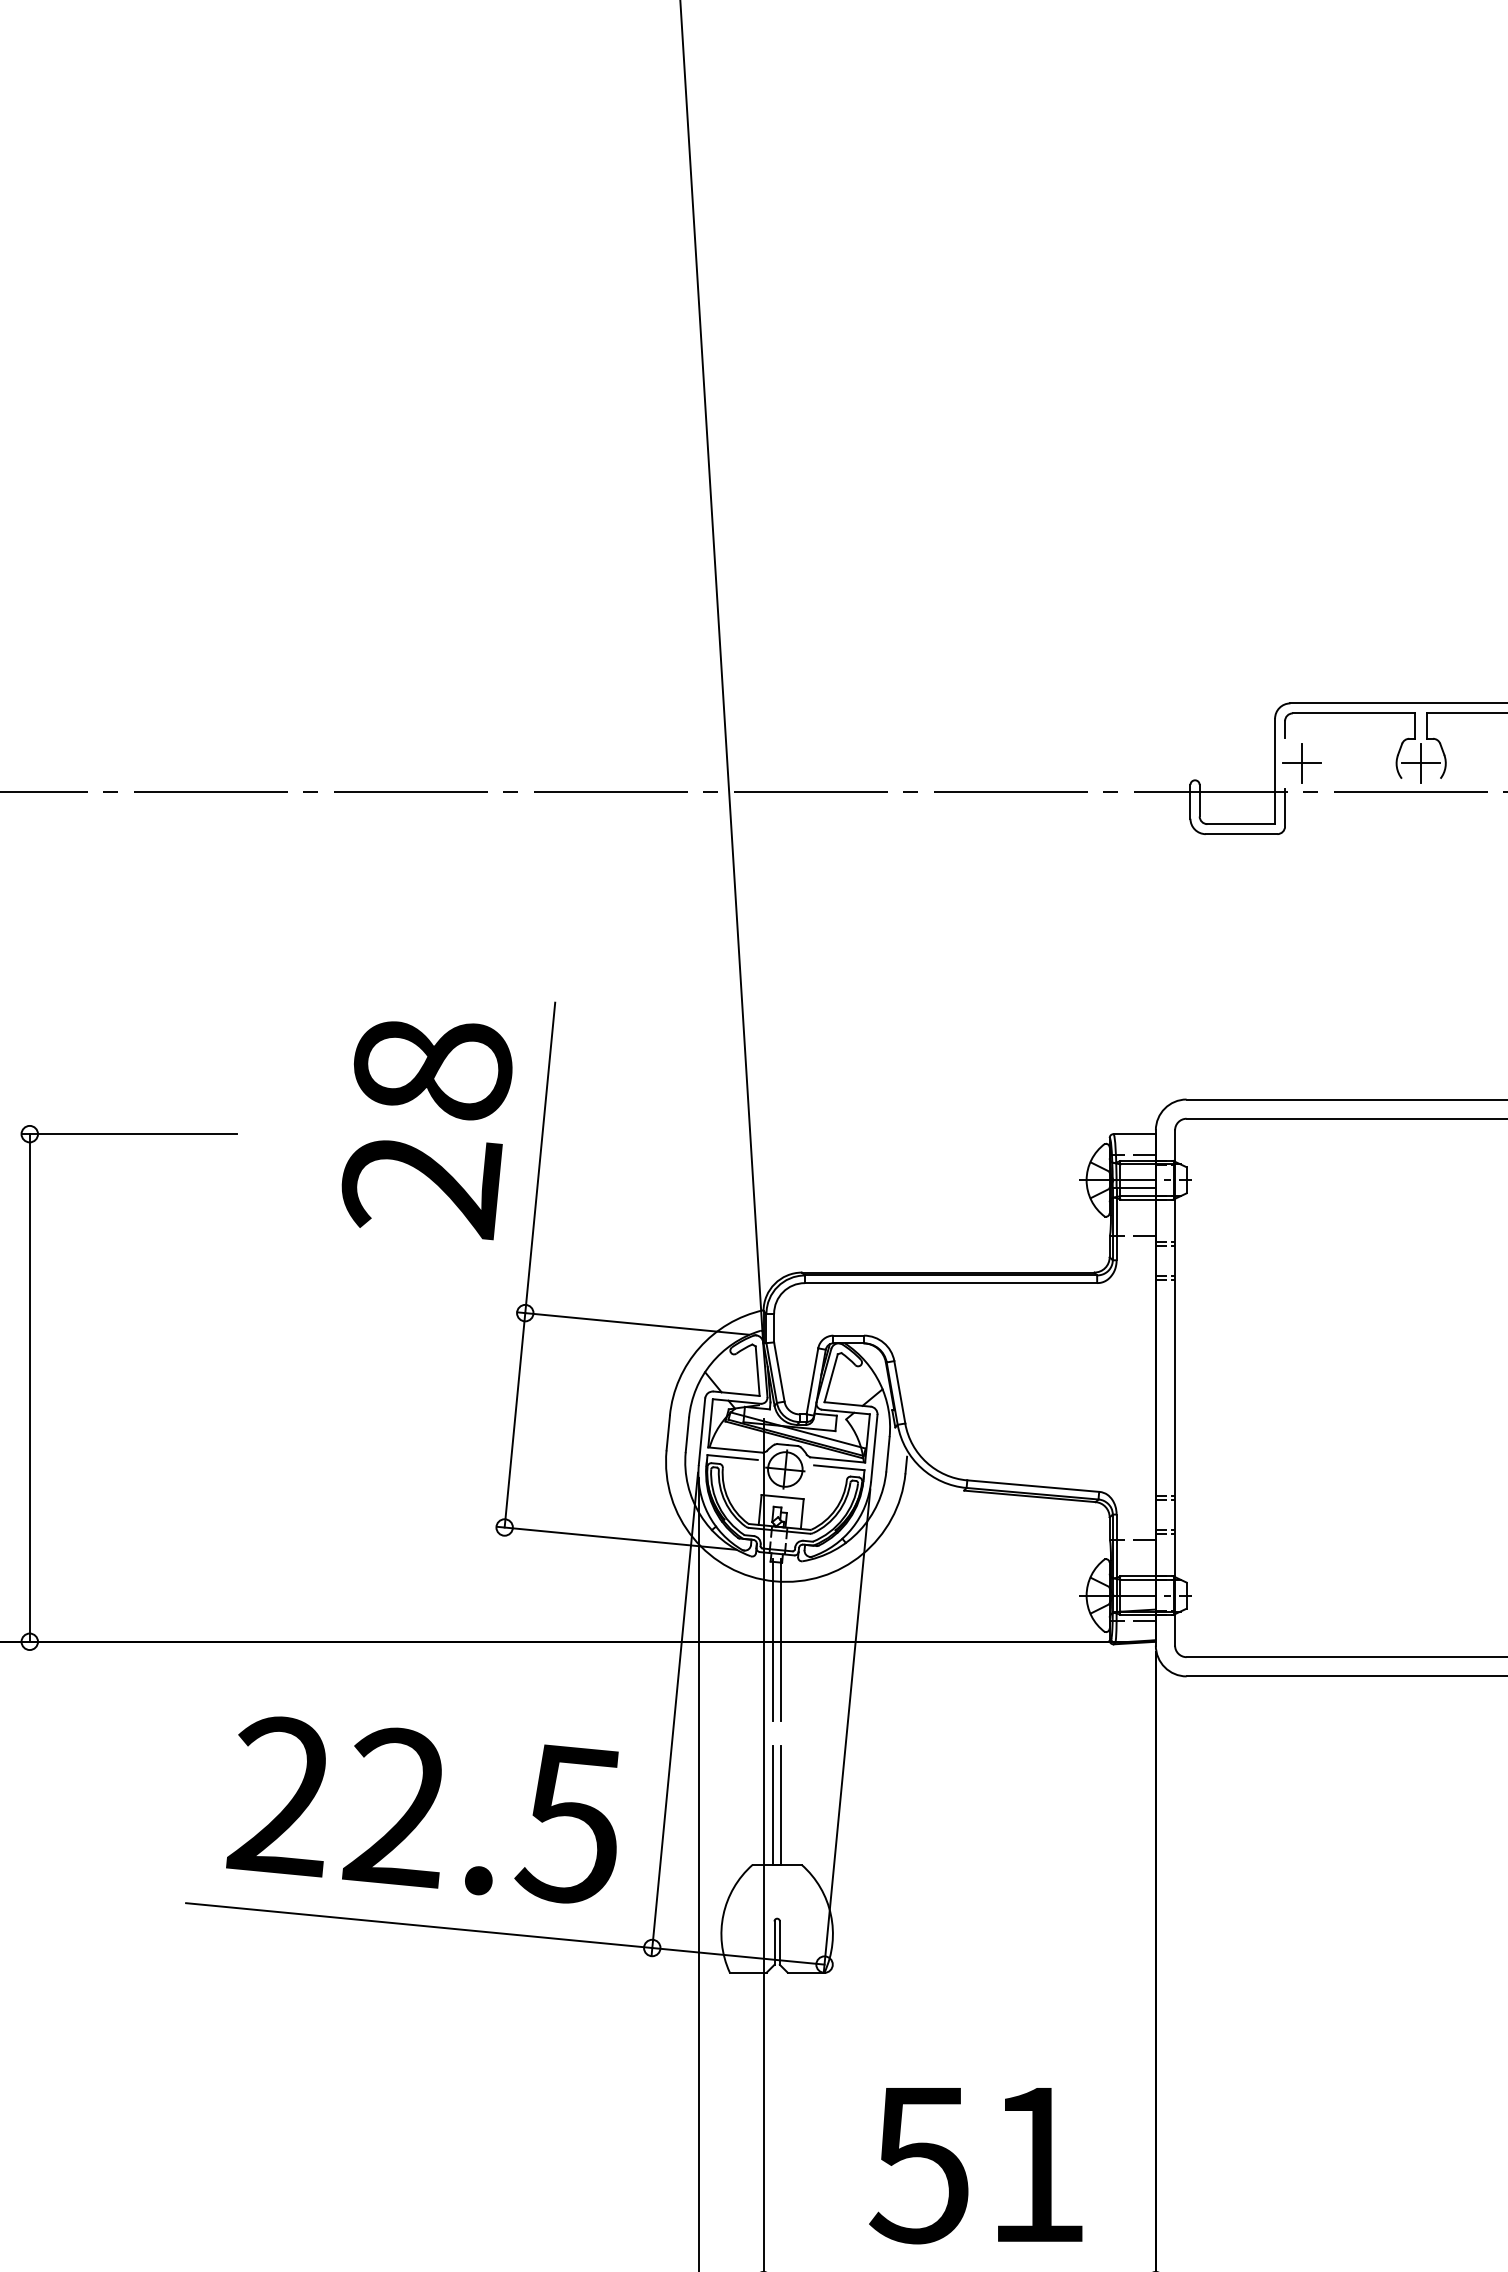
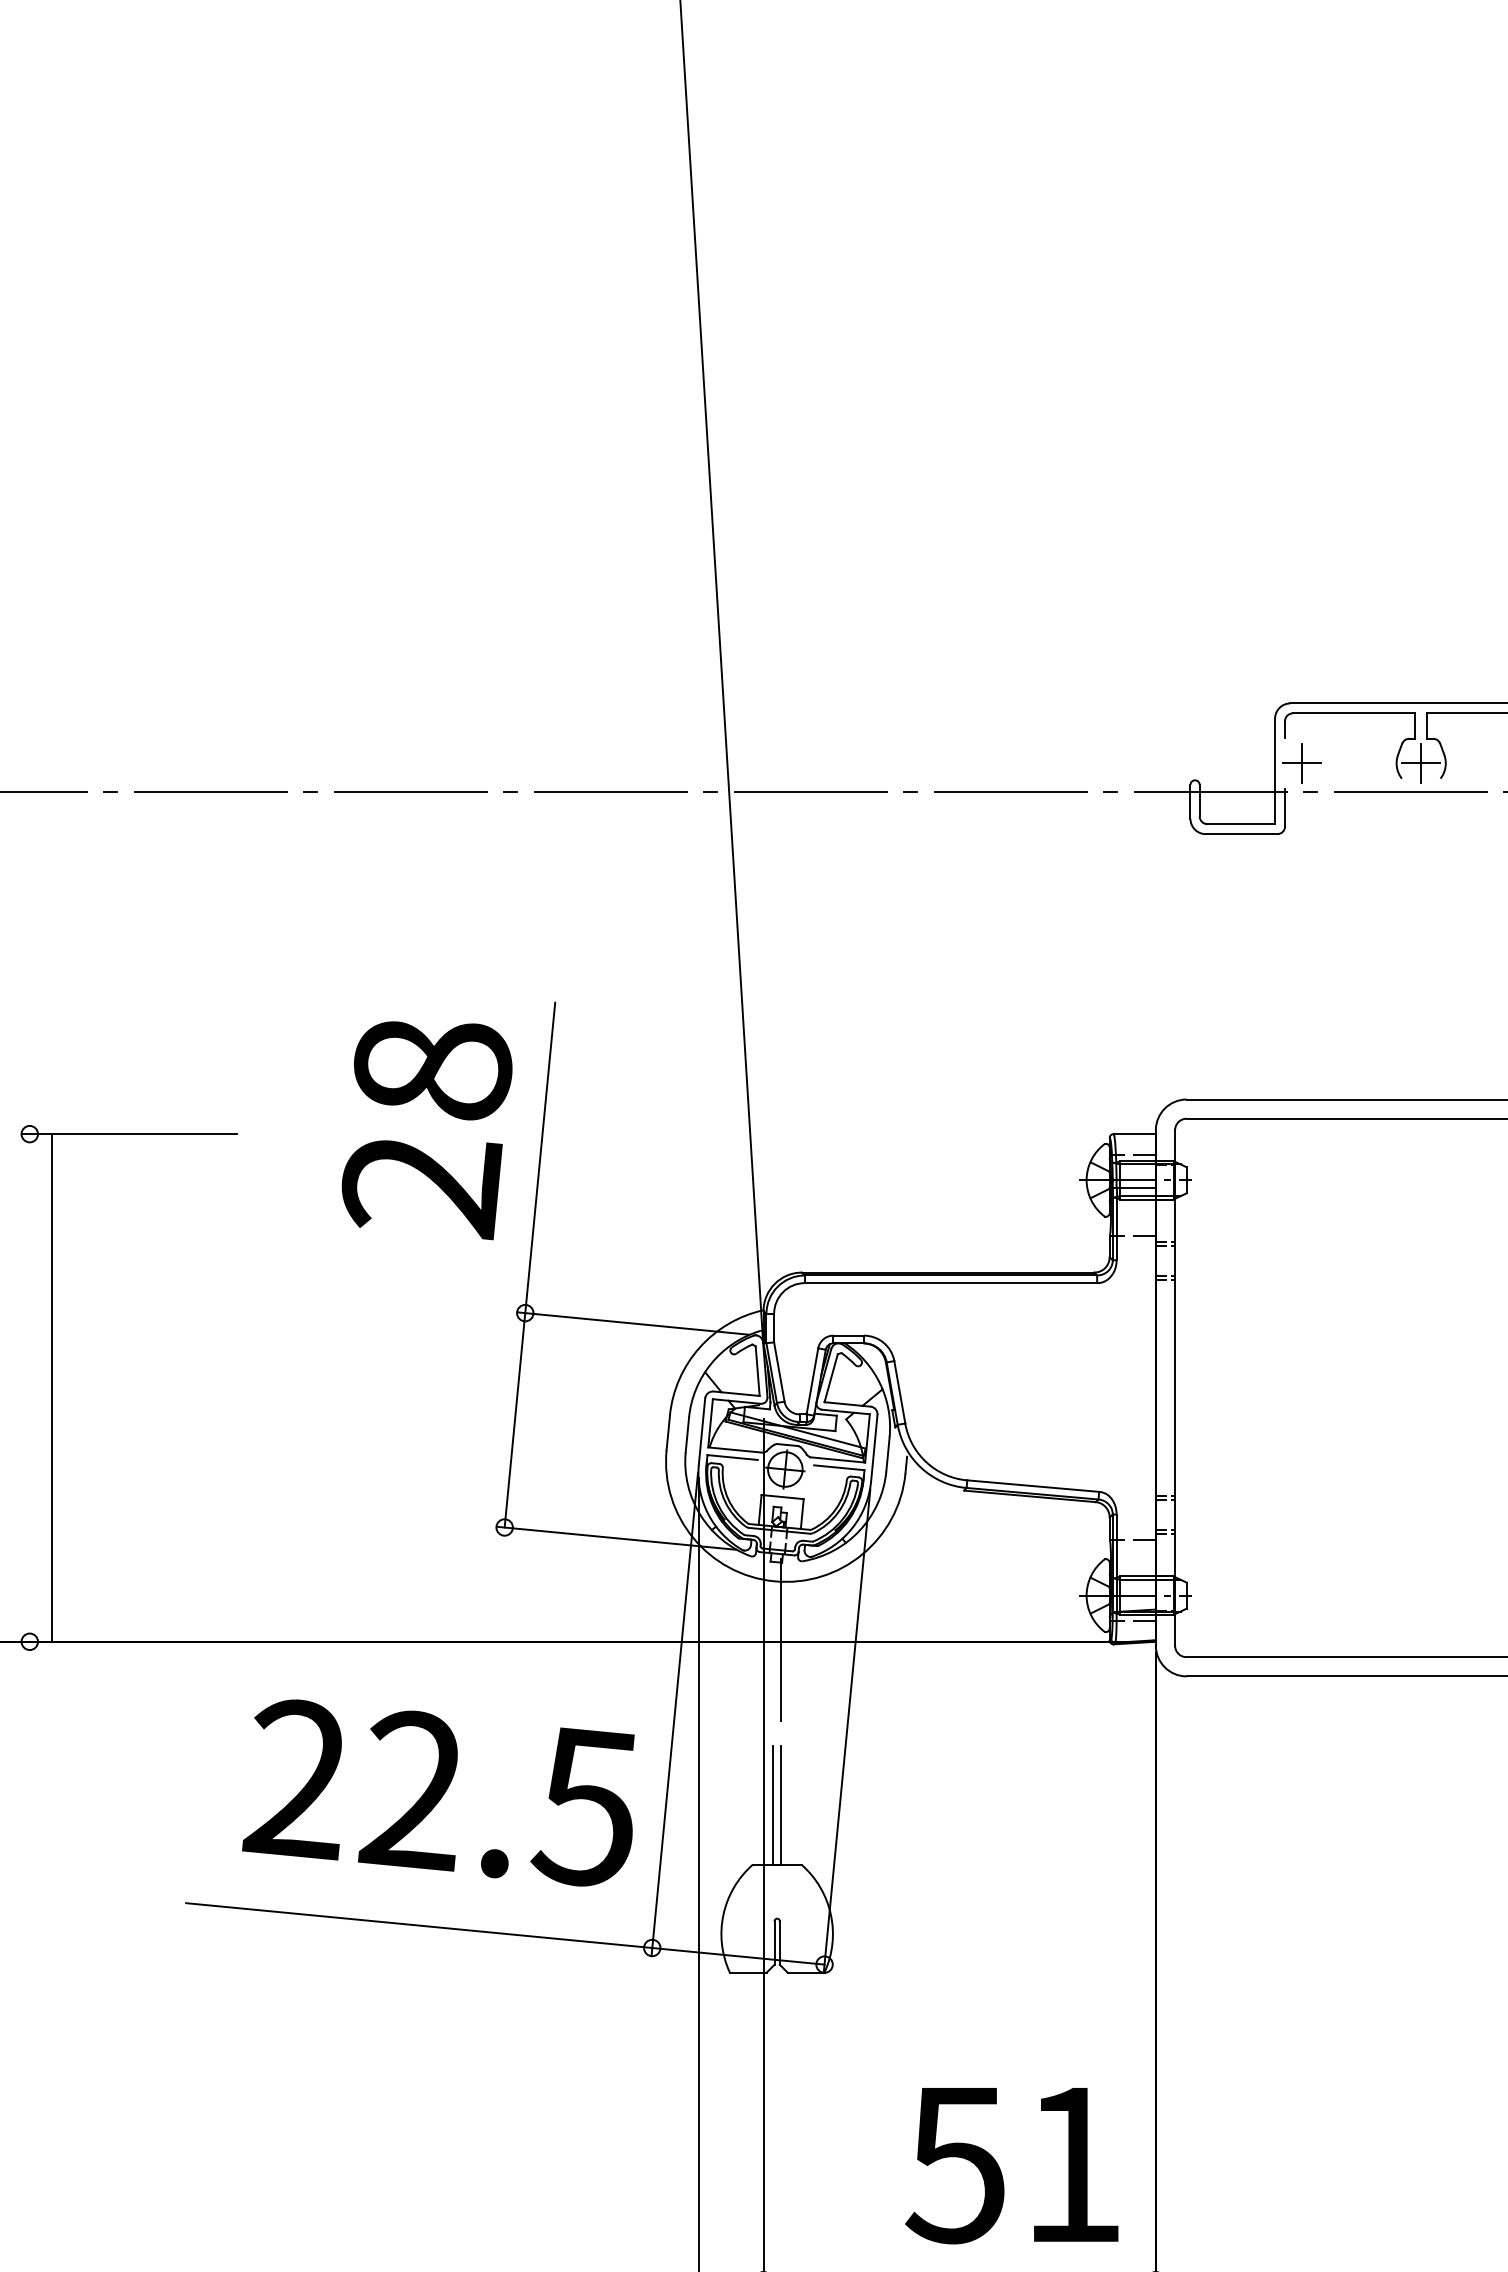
line at (29, 1387) position: (29, 1387) -> (51, 1387)
line at (773, 1640): present -> none
text at (422, 1809) position: (422, 1809) -> (438, 1792)
text at (975, 2166) position: (975, 2166) -> (1011, 2166)
